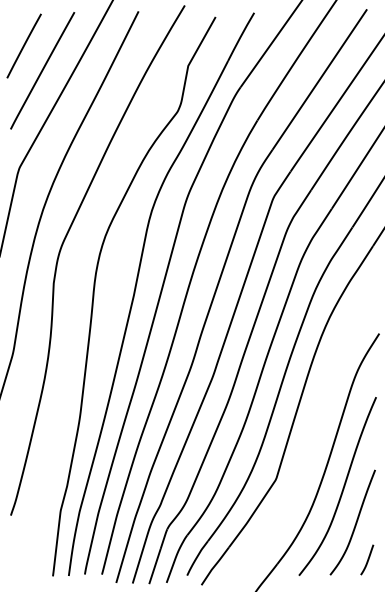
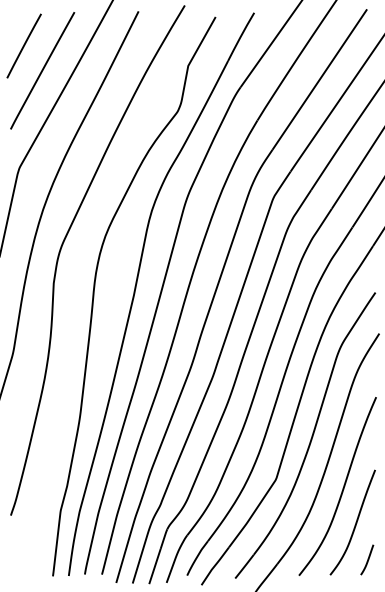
part at (305, 435): none -> present
